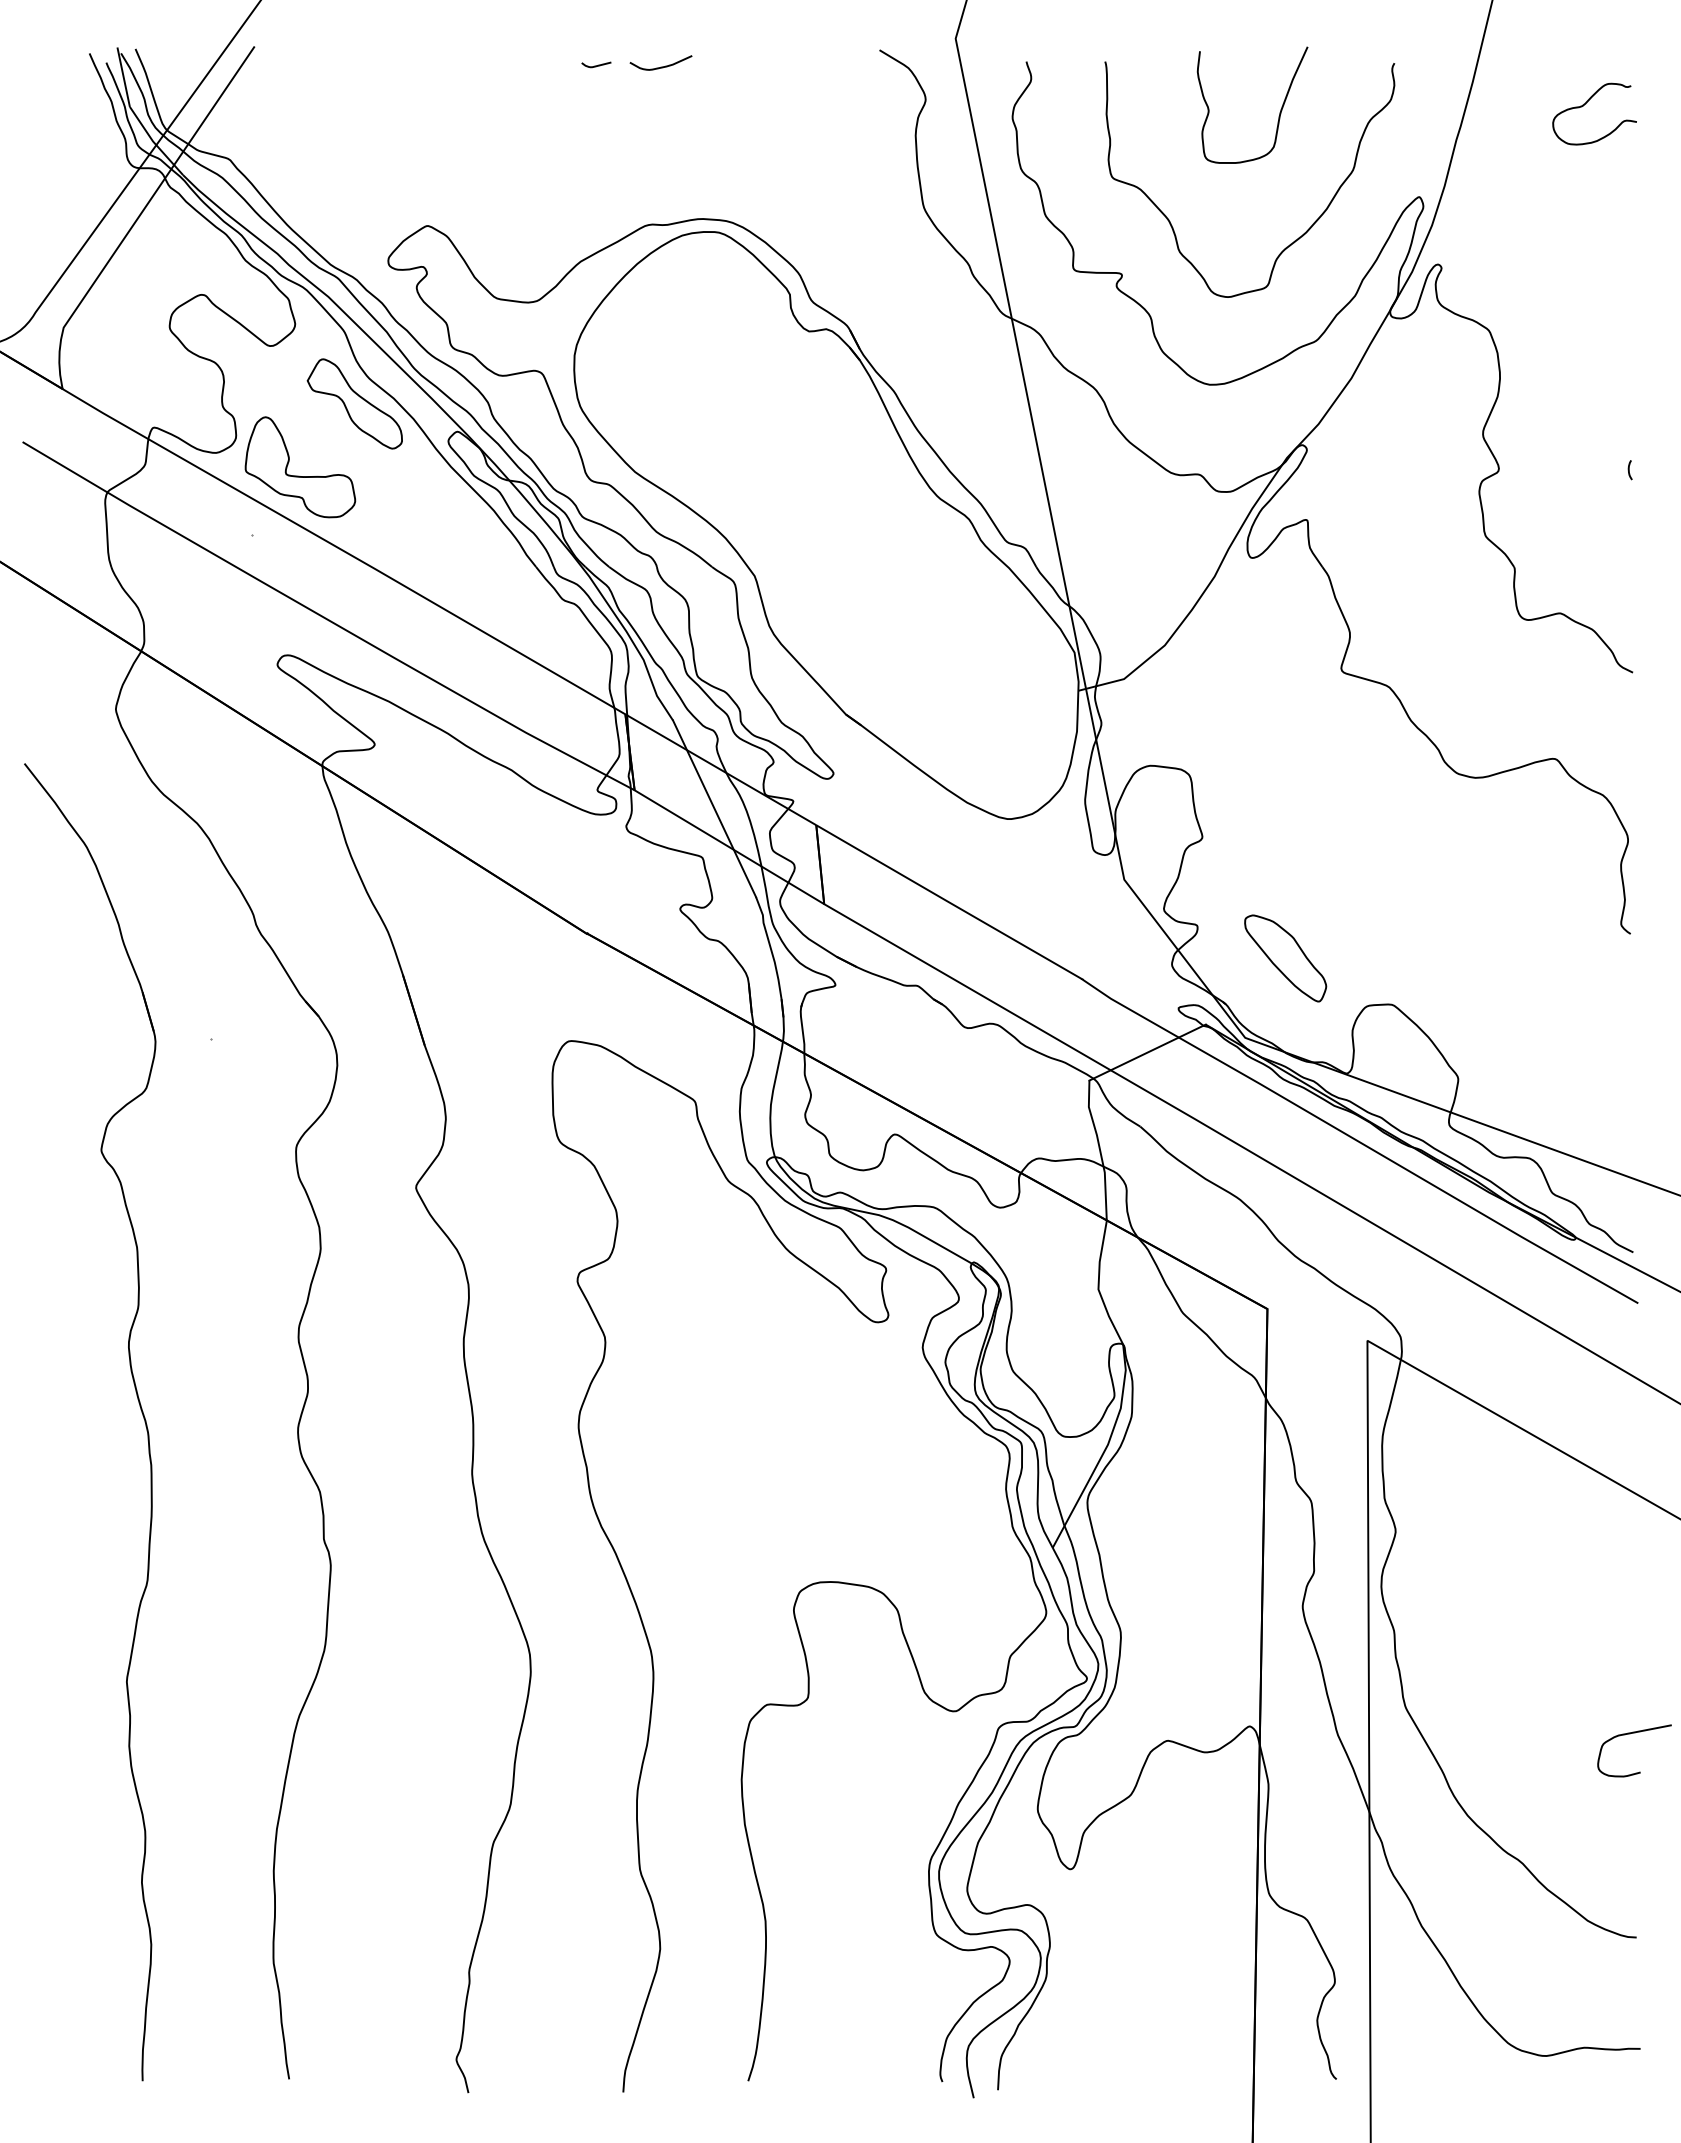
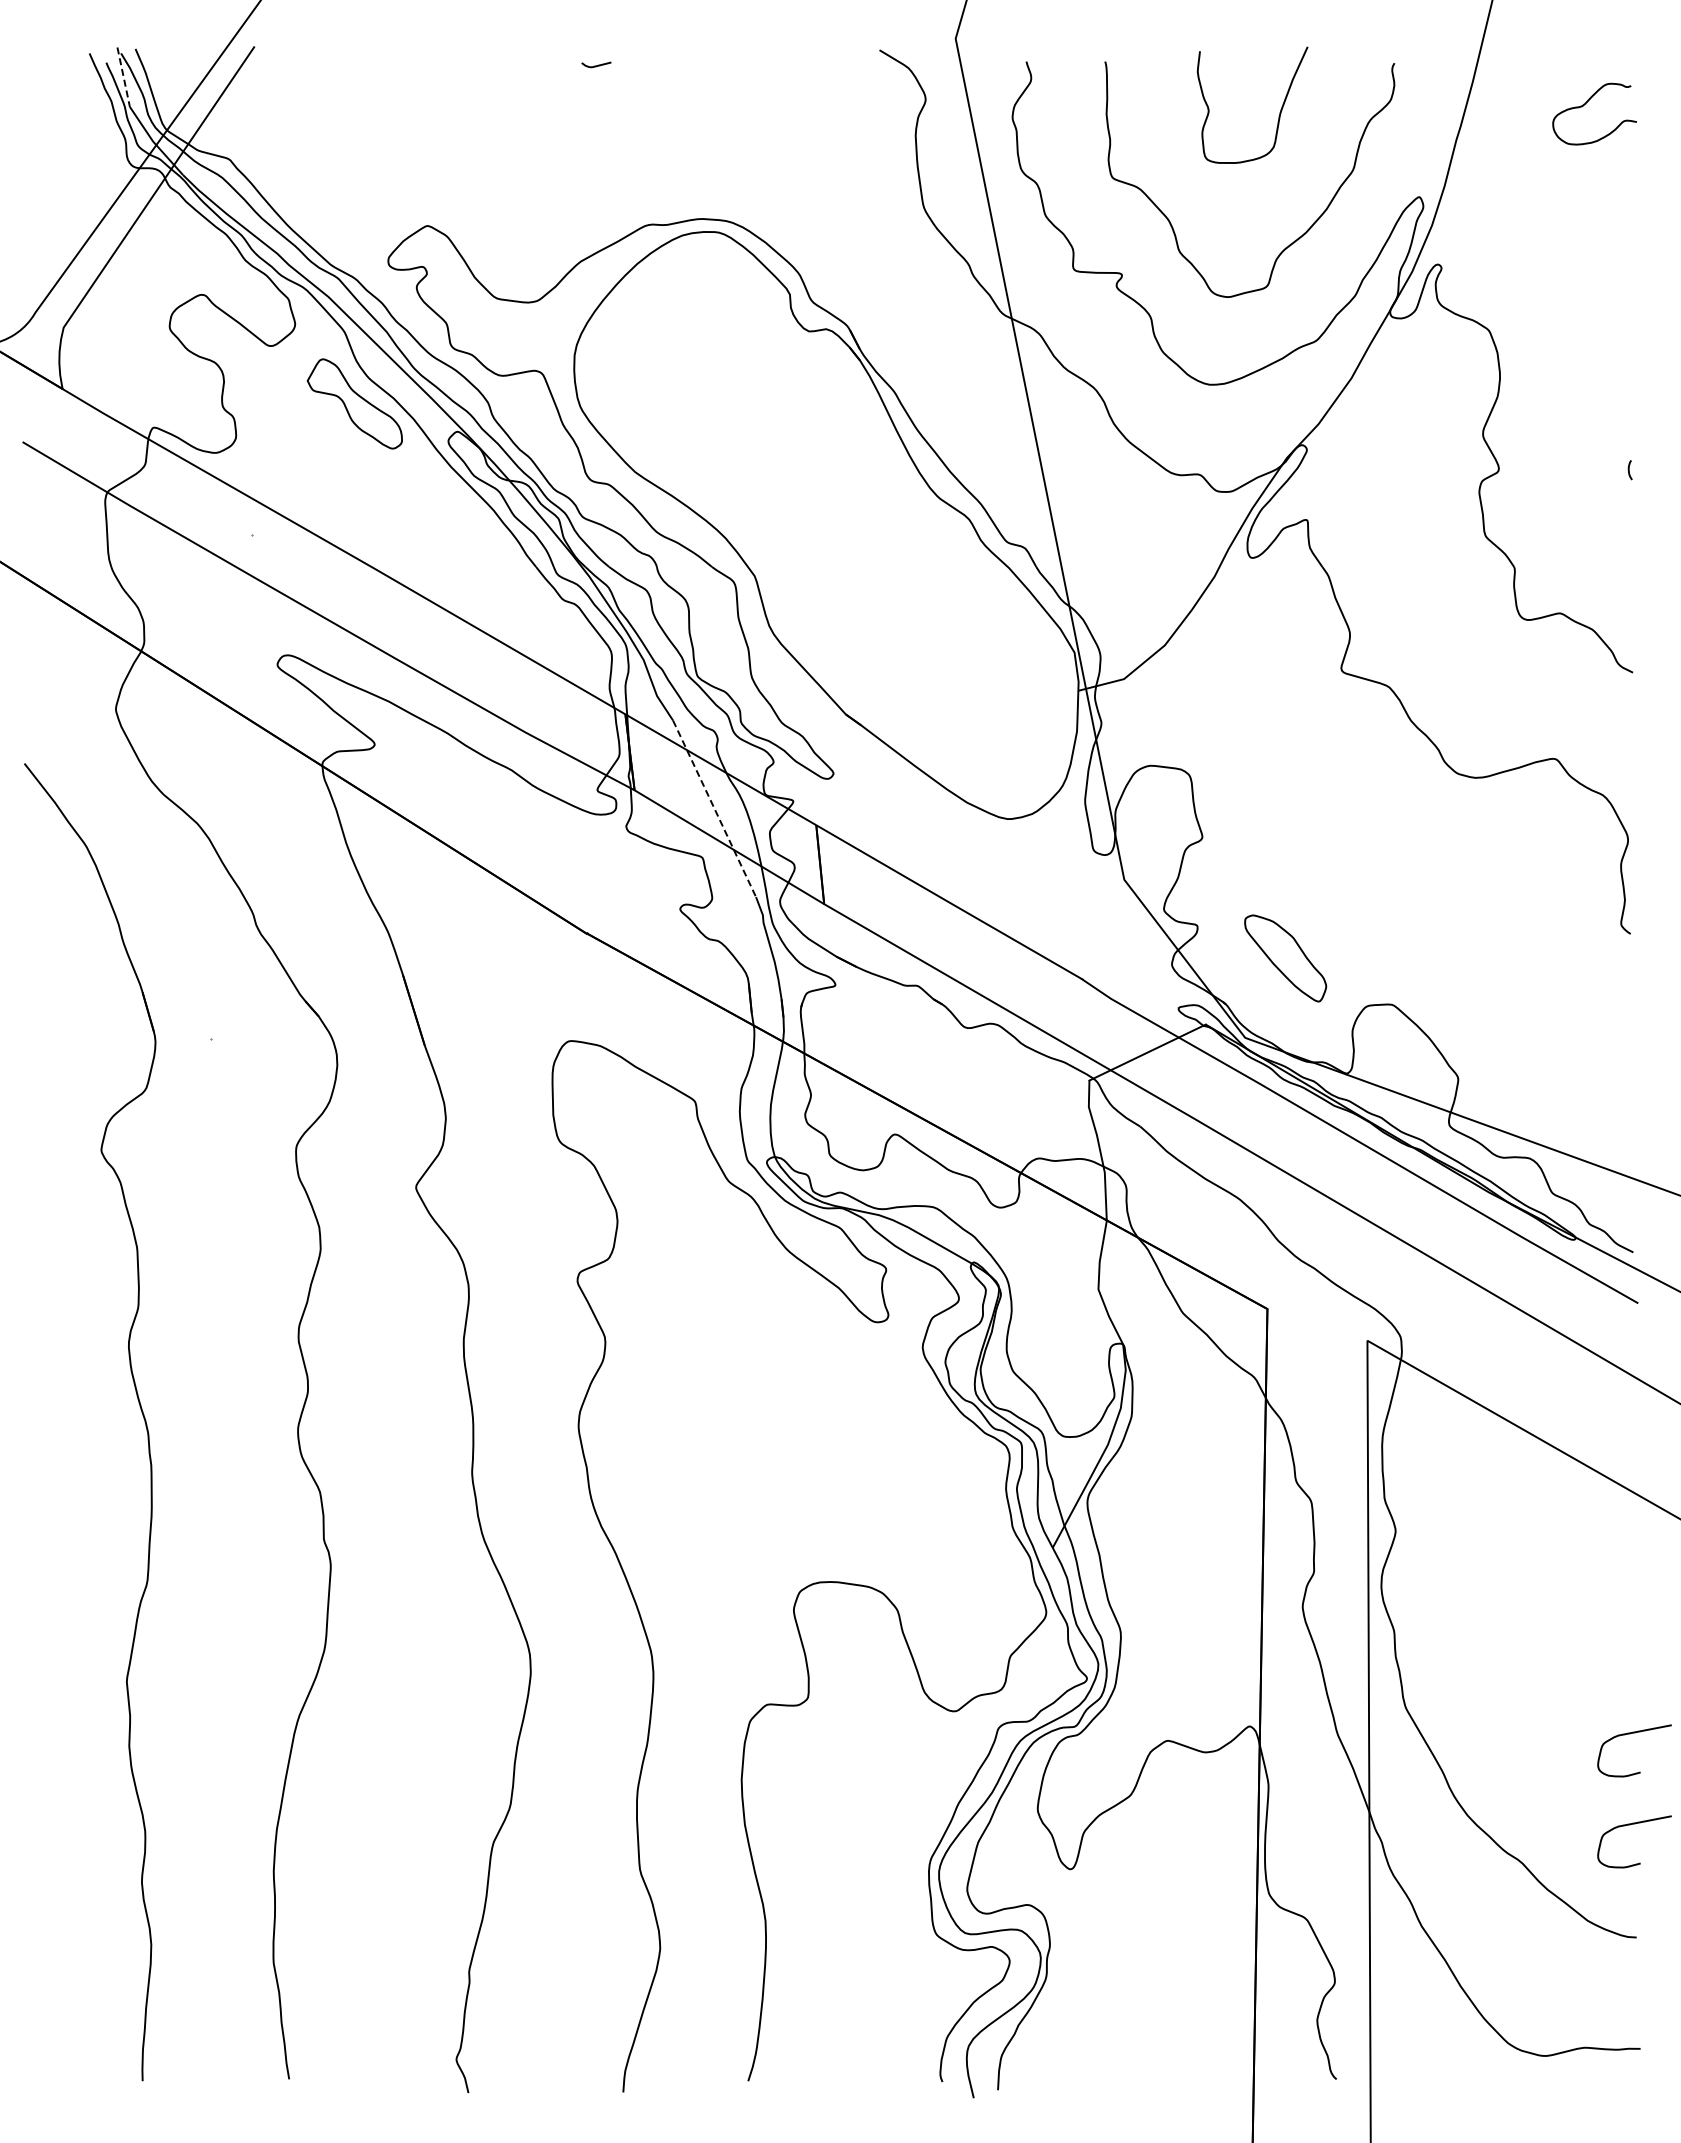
curve at (660, 66): present -> none
line at (123, 77): solid -> dashed
part at (299, 475): present -> none
line at (714, 808): solid -> dashed
curve at (1630, 1825): none -> present
